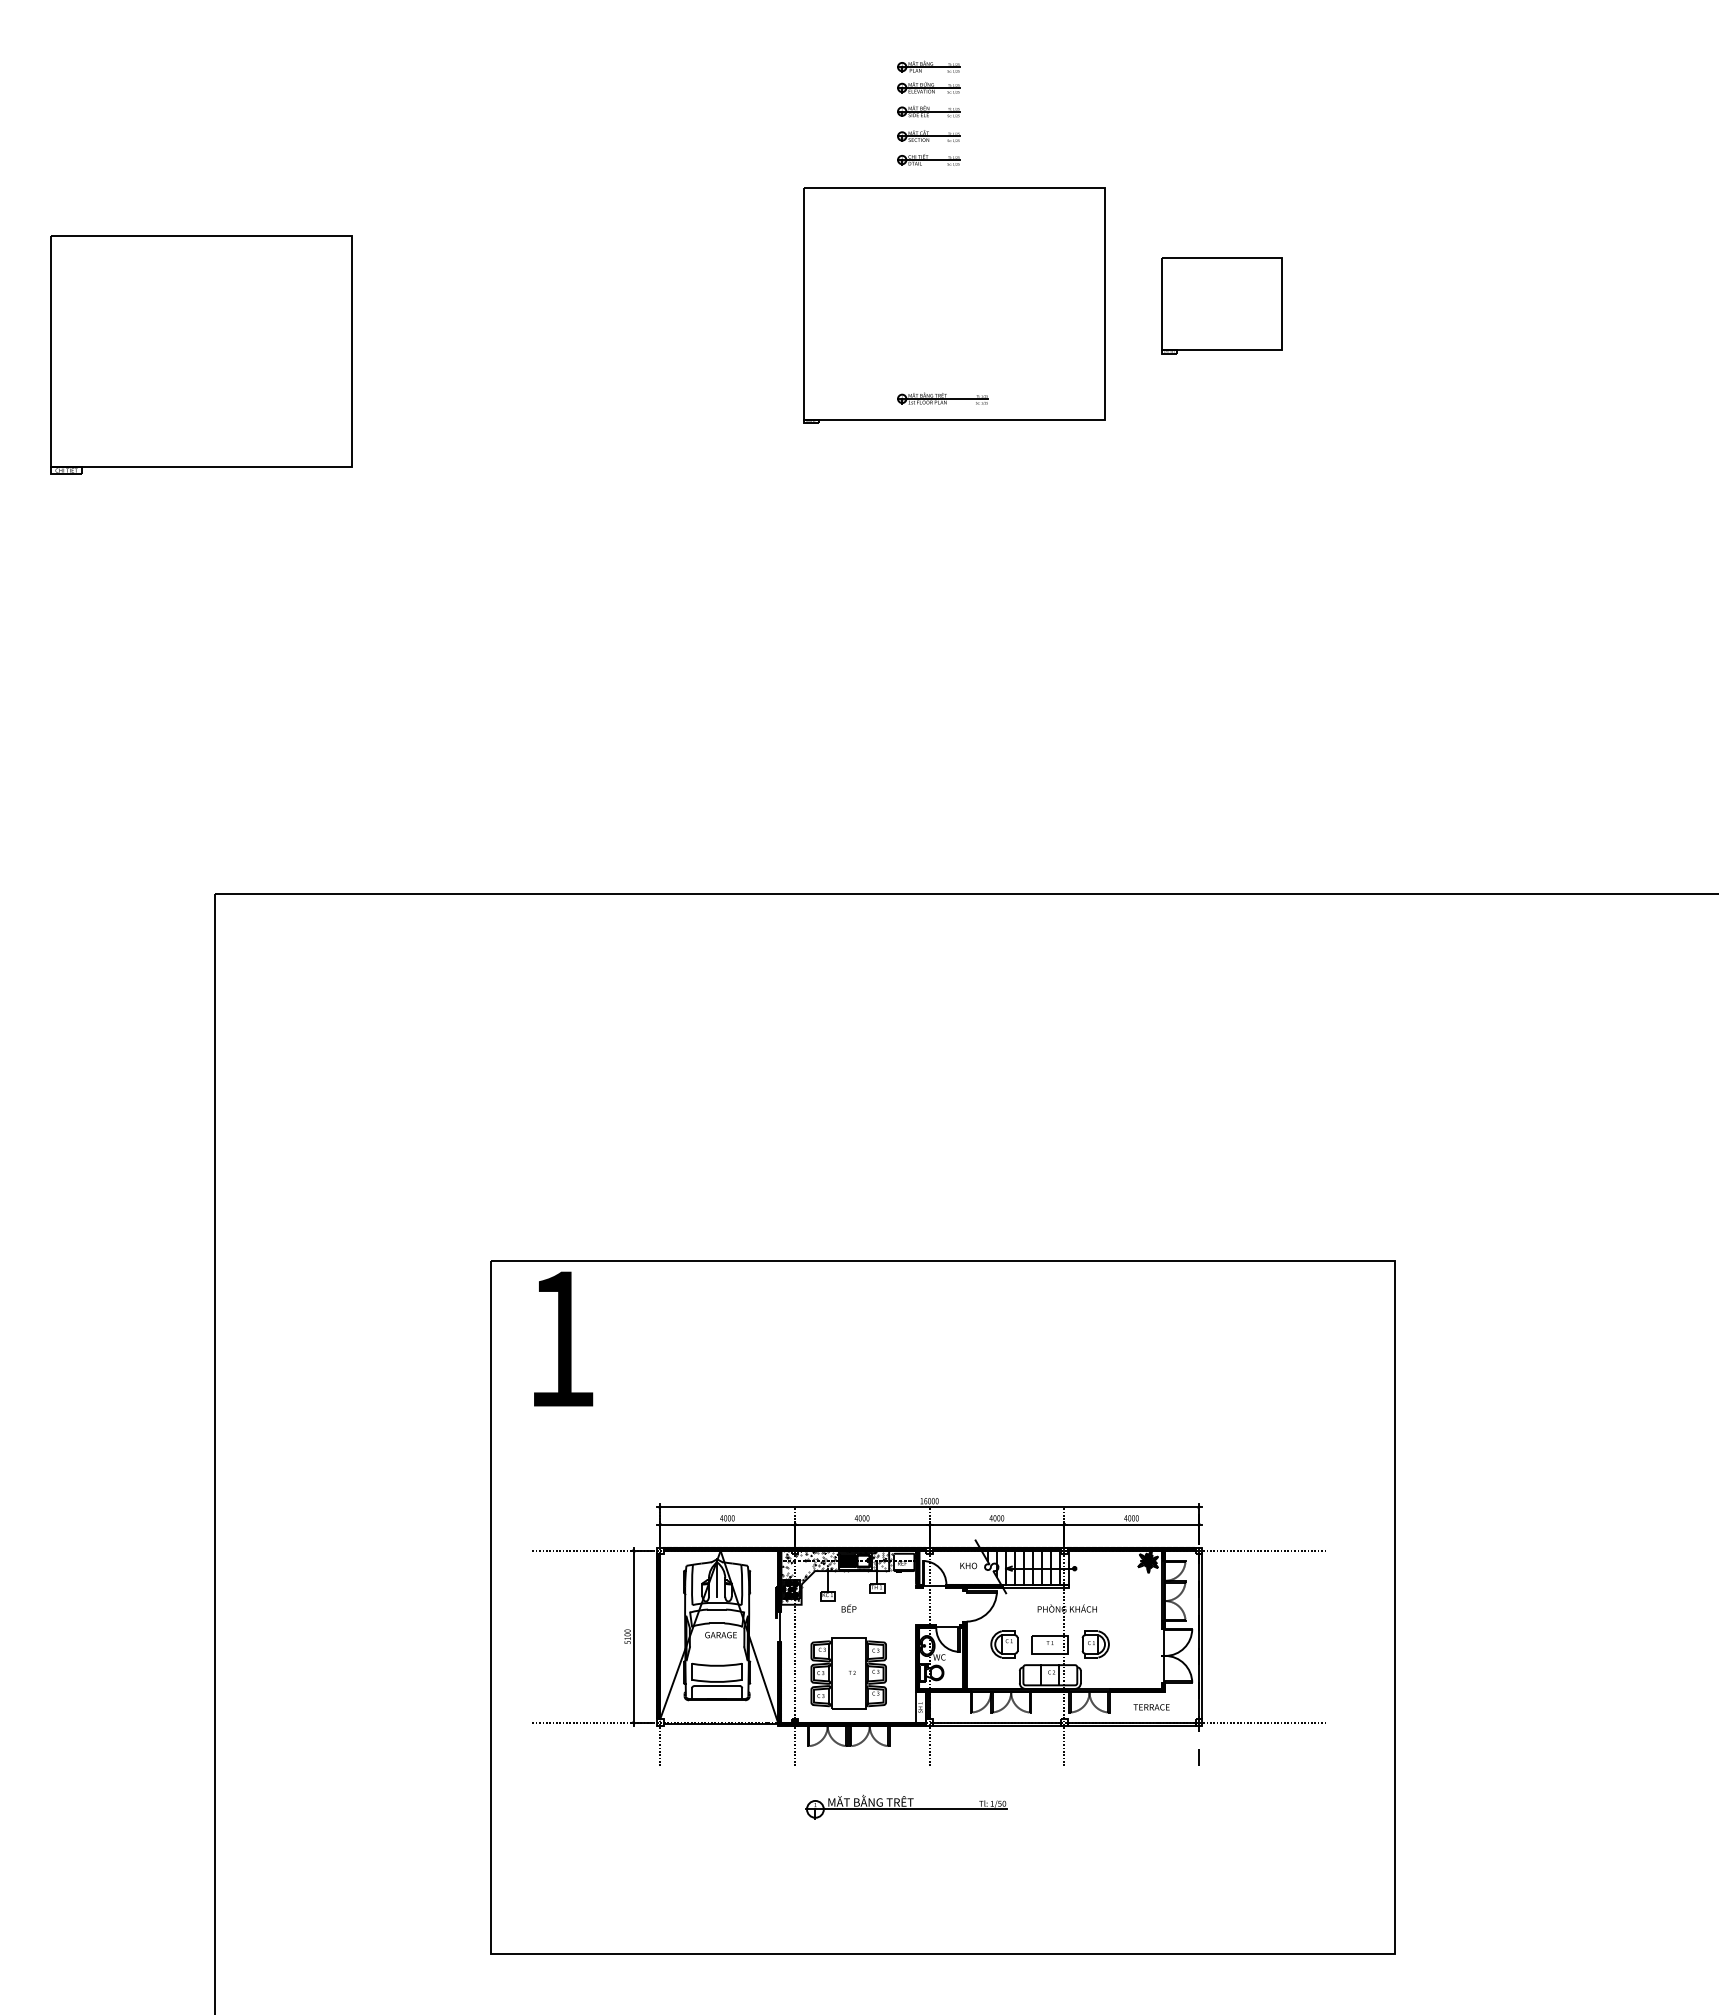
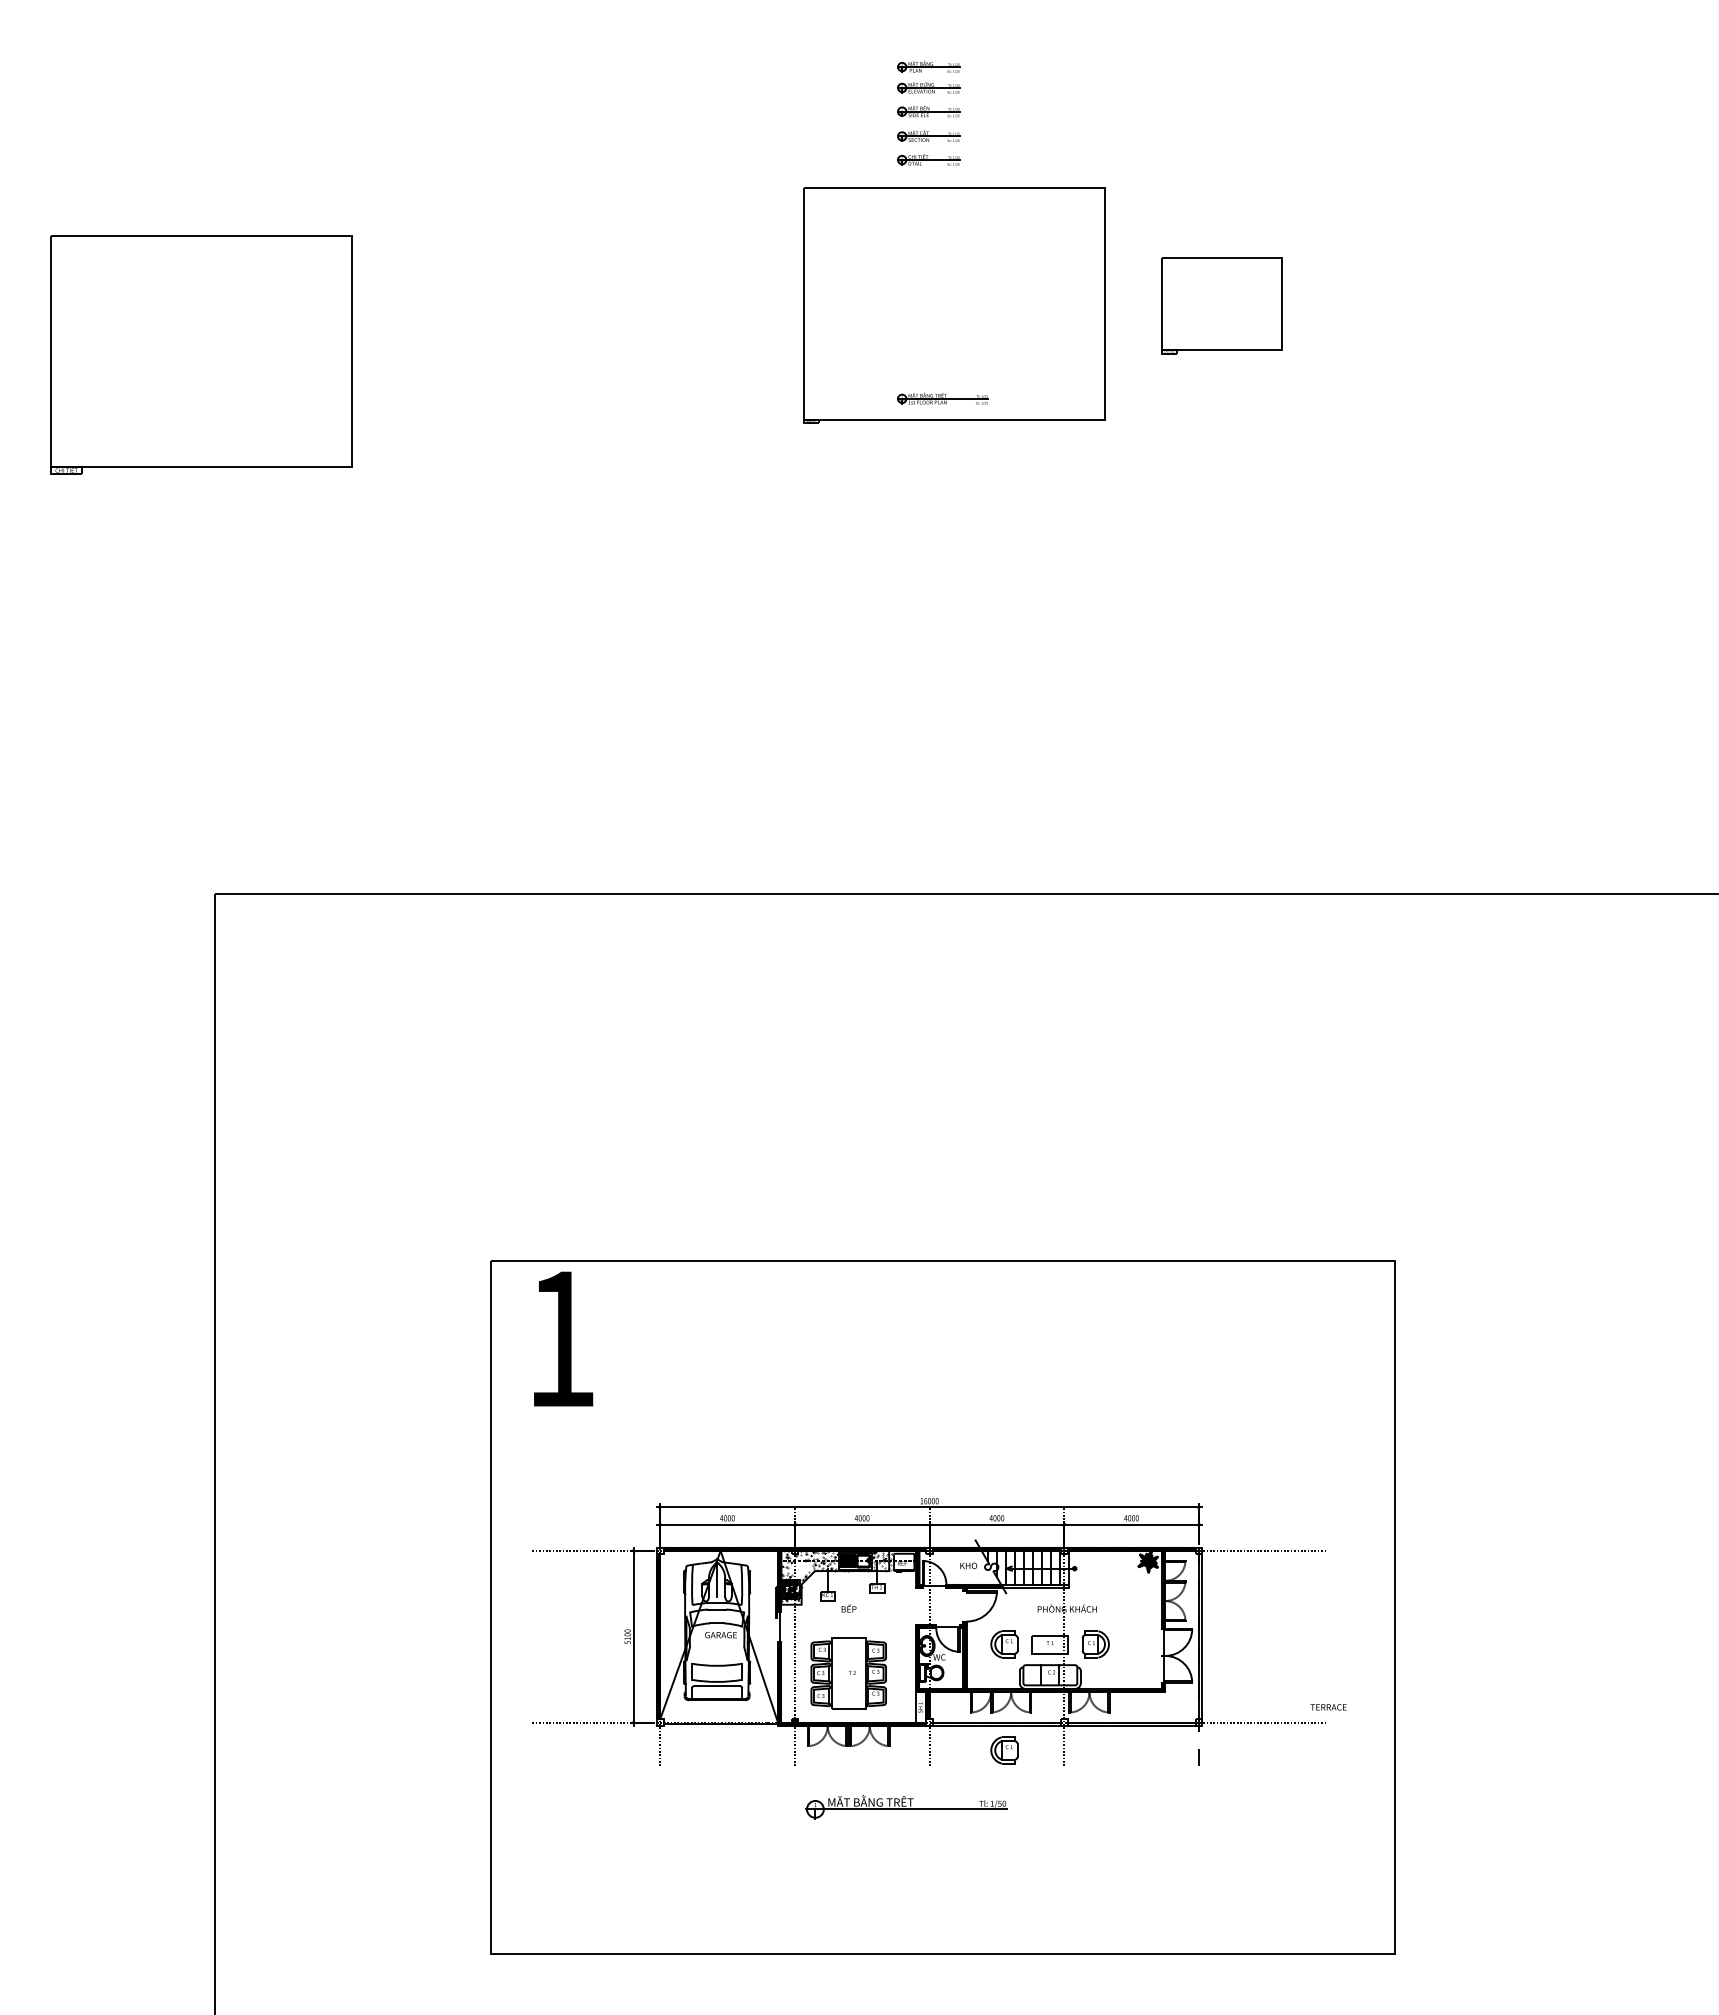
text at (1151, 1707) position: (1151, 1707) -> (1328, 1707)
part at (1004, 1750): none -> present
